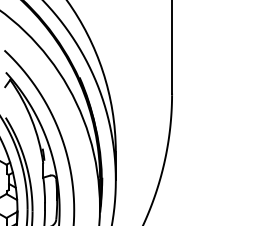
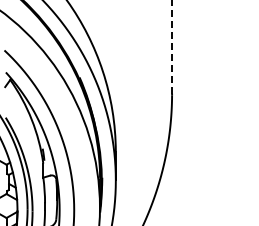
line at (172, 47): solid -> dashed
